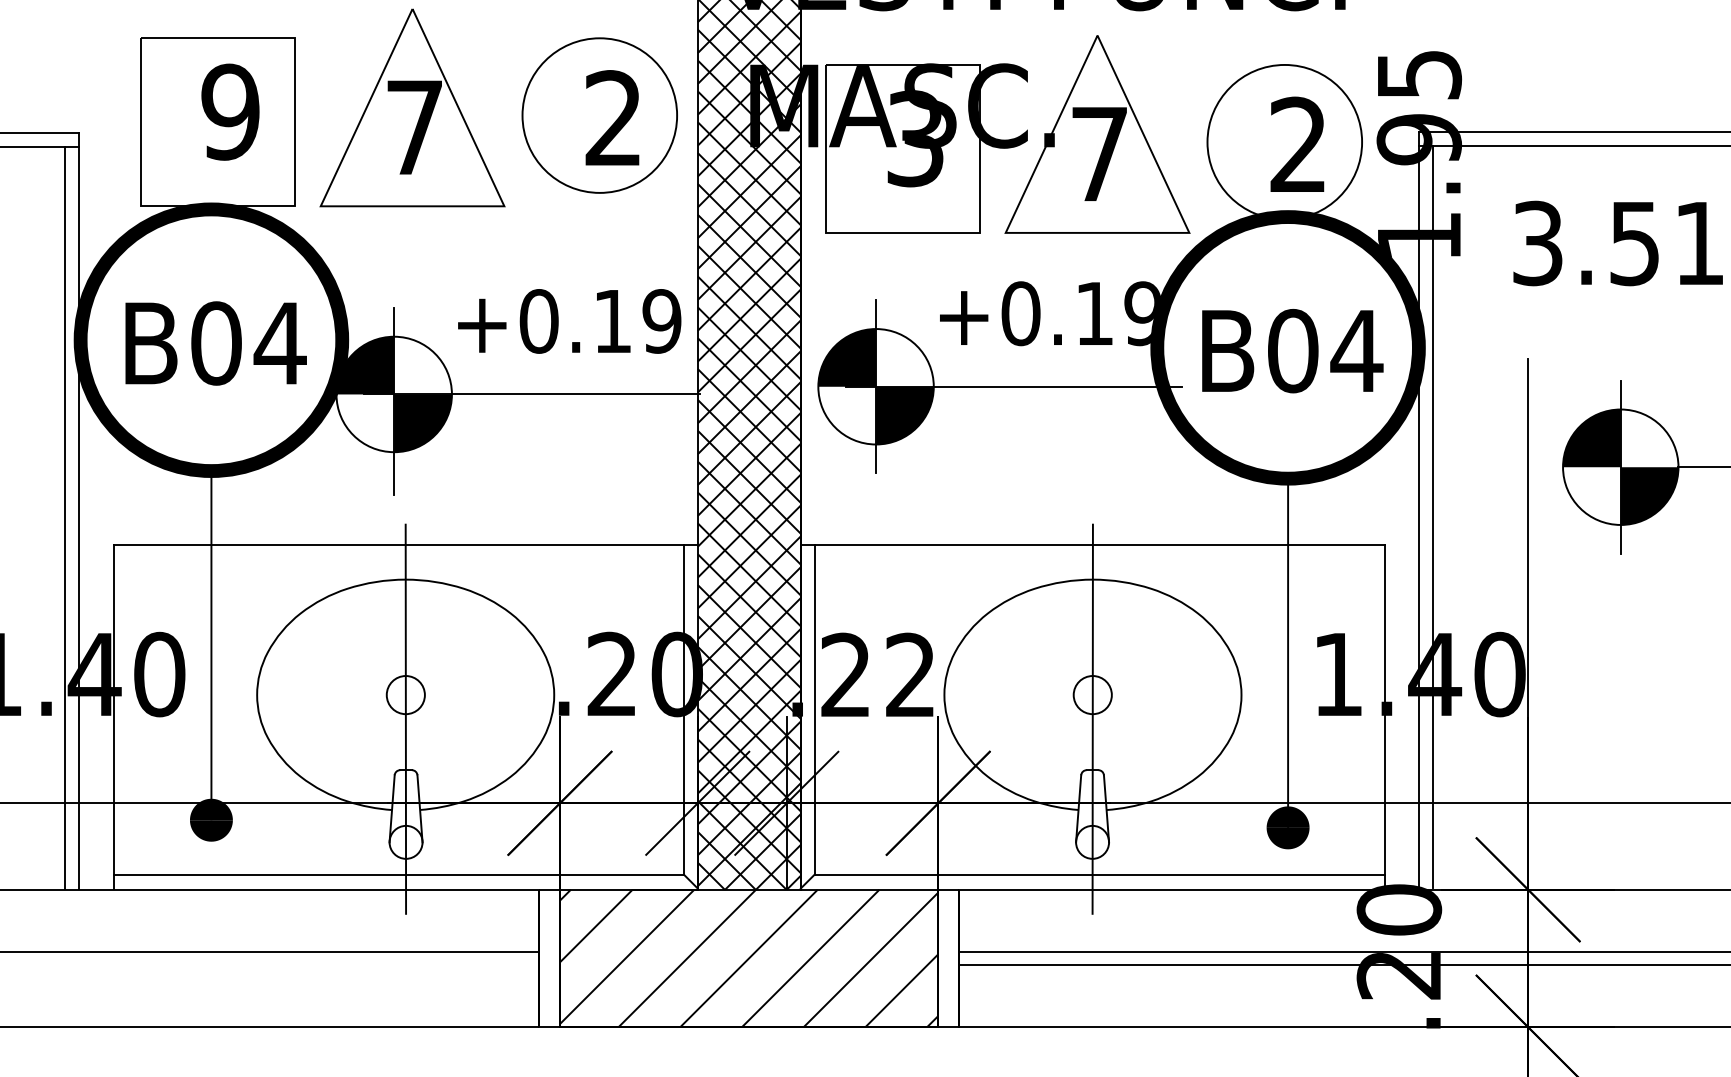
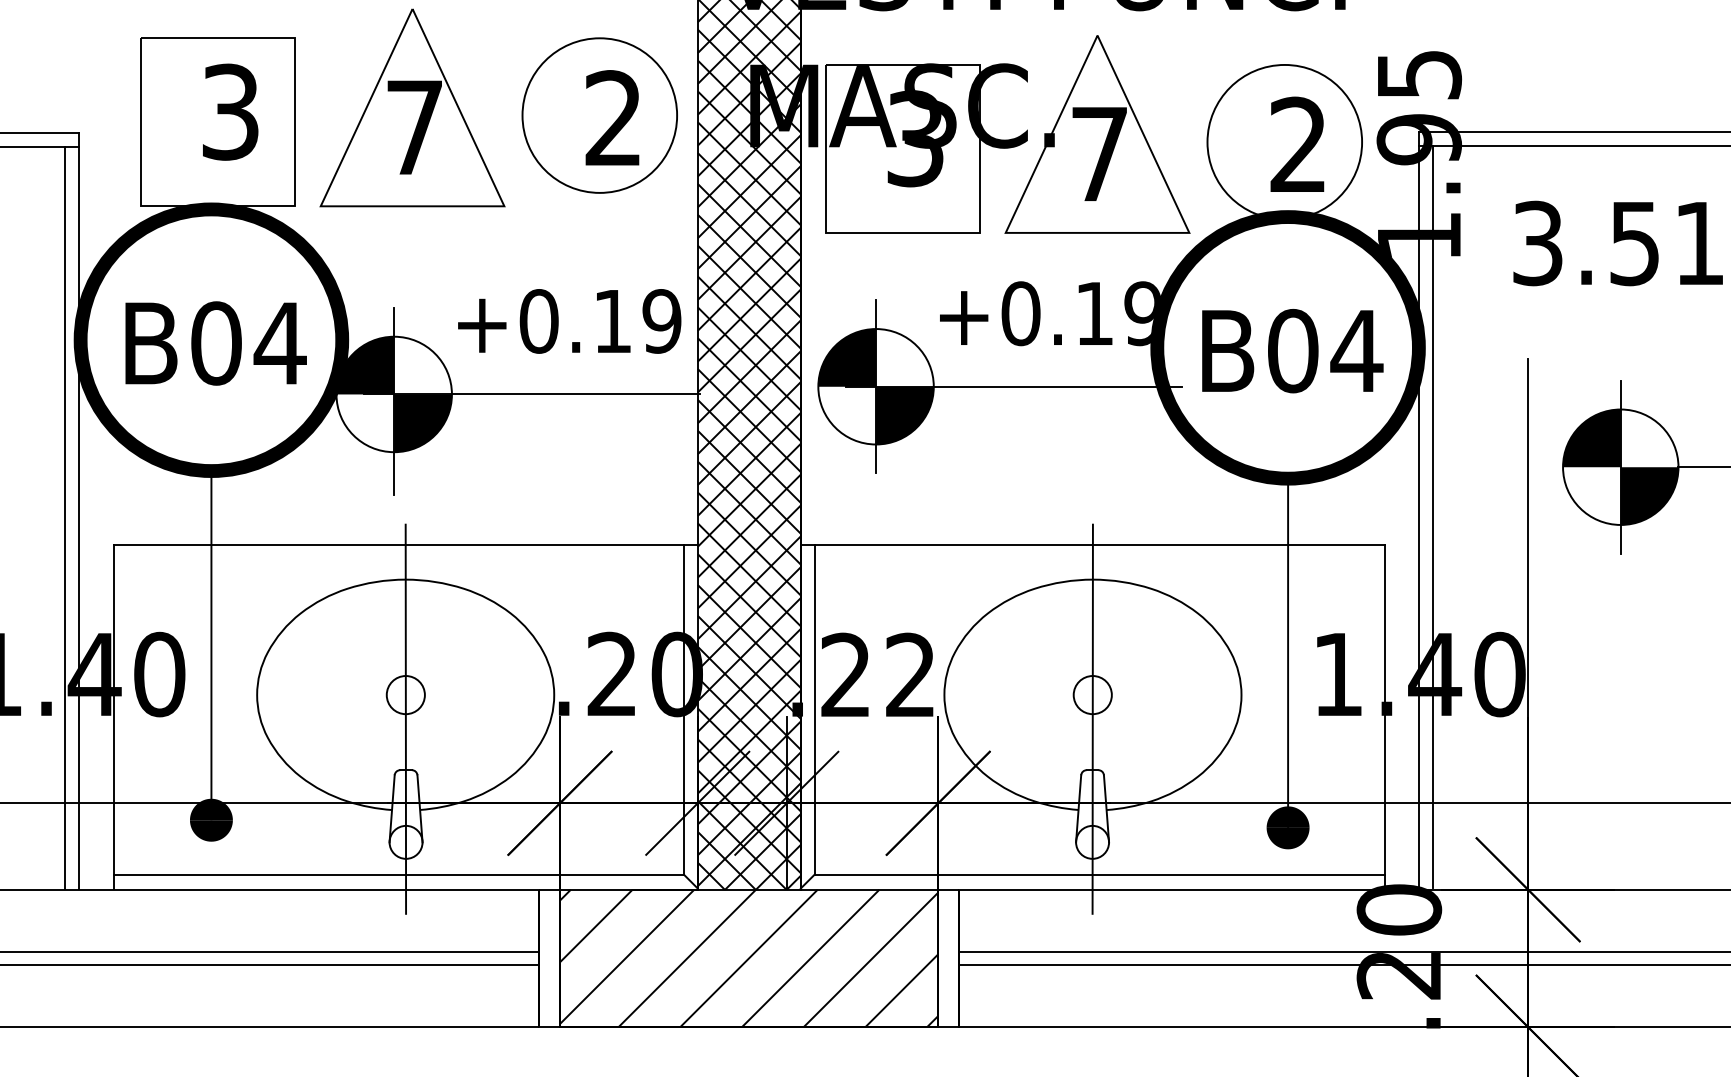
text at (230, 111): 9 -> 3
line at (270, 965): none -> present
